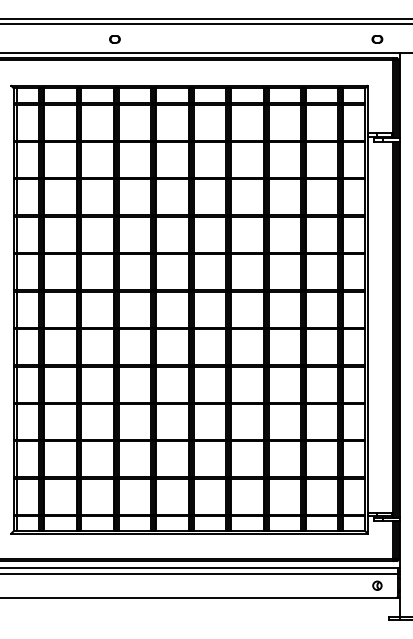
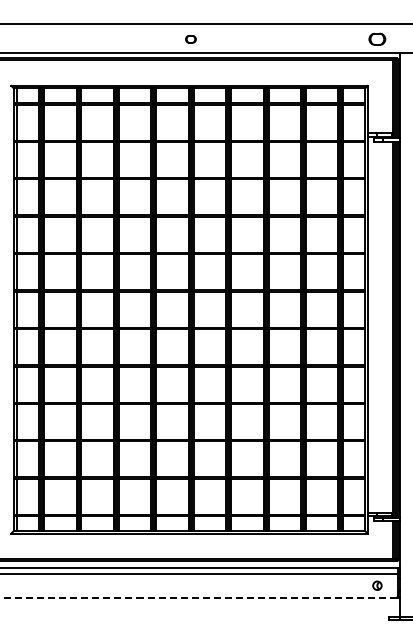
line at (205, 19): present -> none
part at (114, 39) position: (114, 39) -> (190, 39)
part at (377, 39) size: 13x9 px -> 19x14 px
line at (197, 597): solid -> dashed
